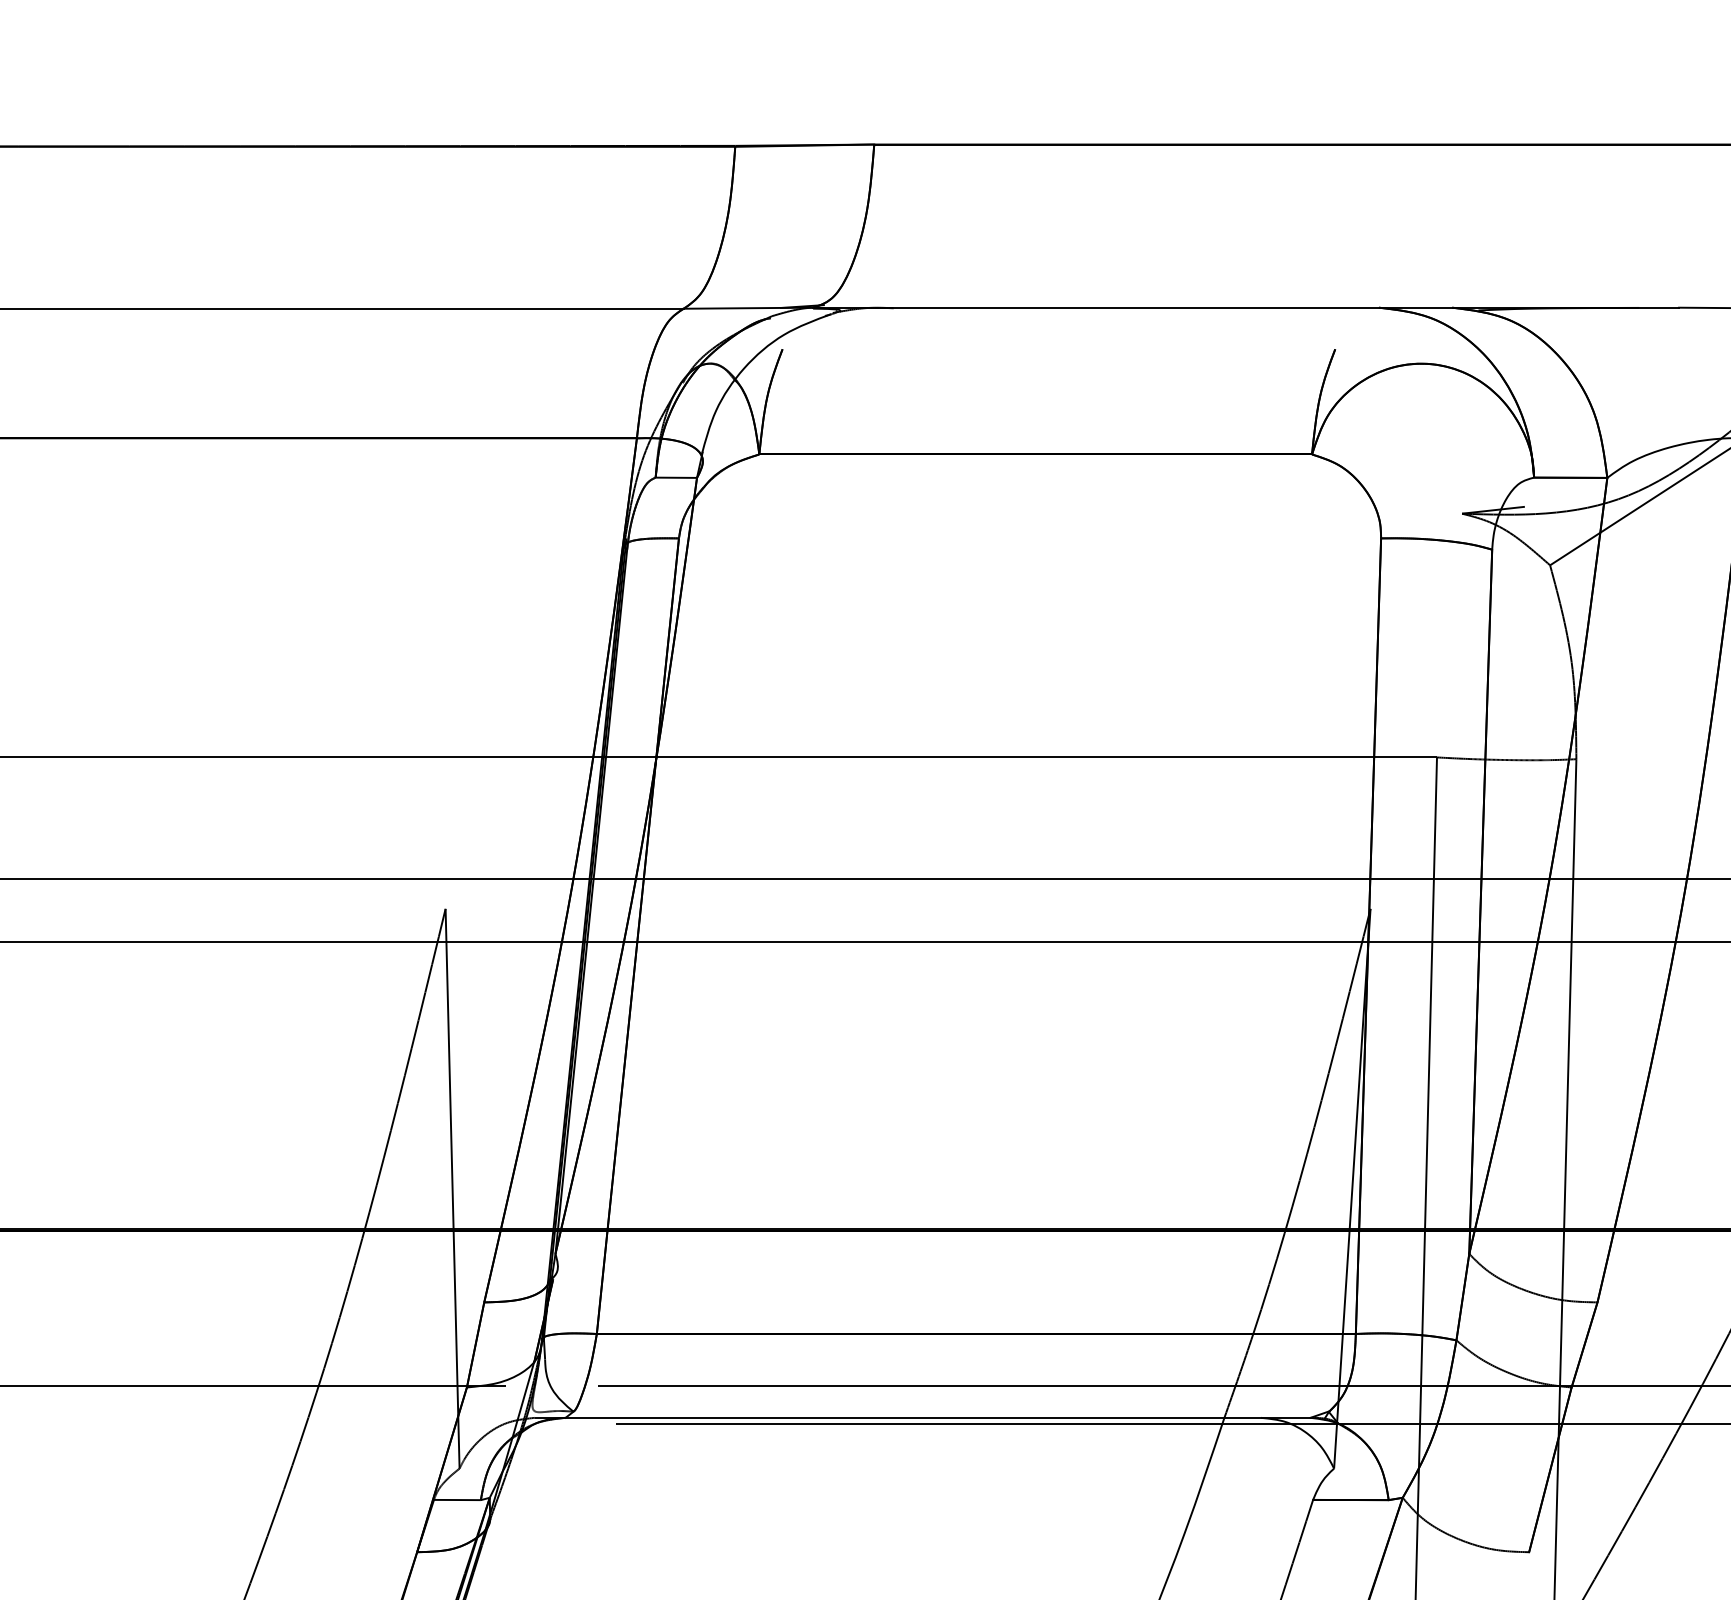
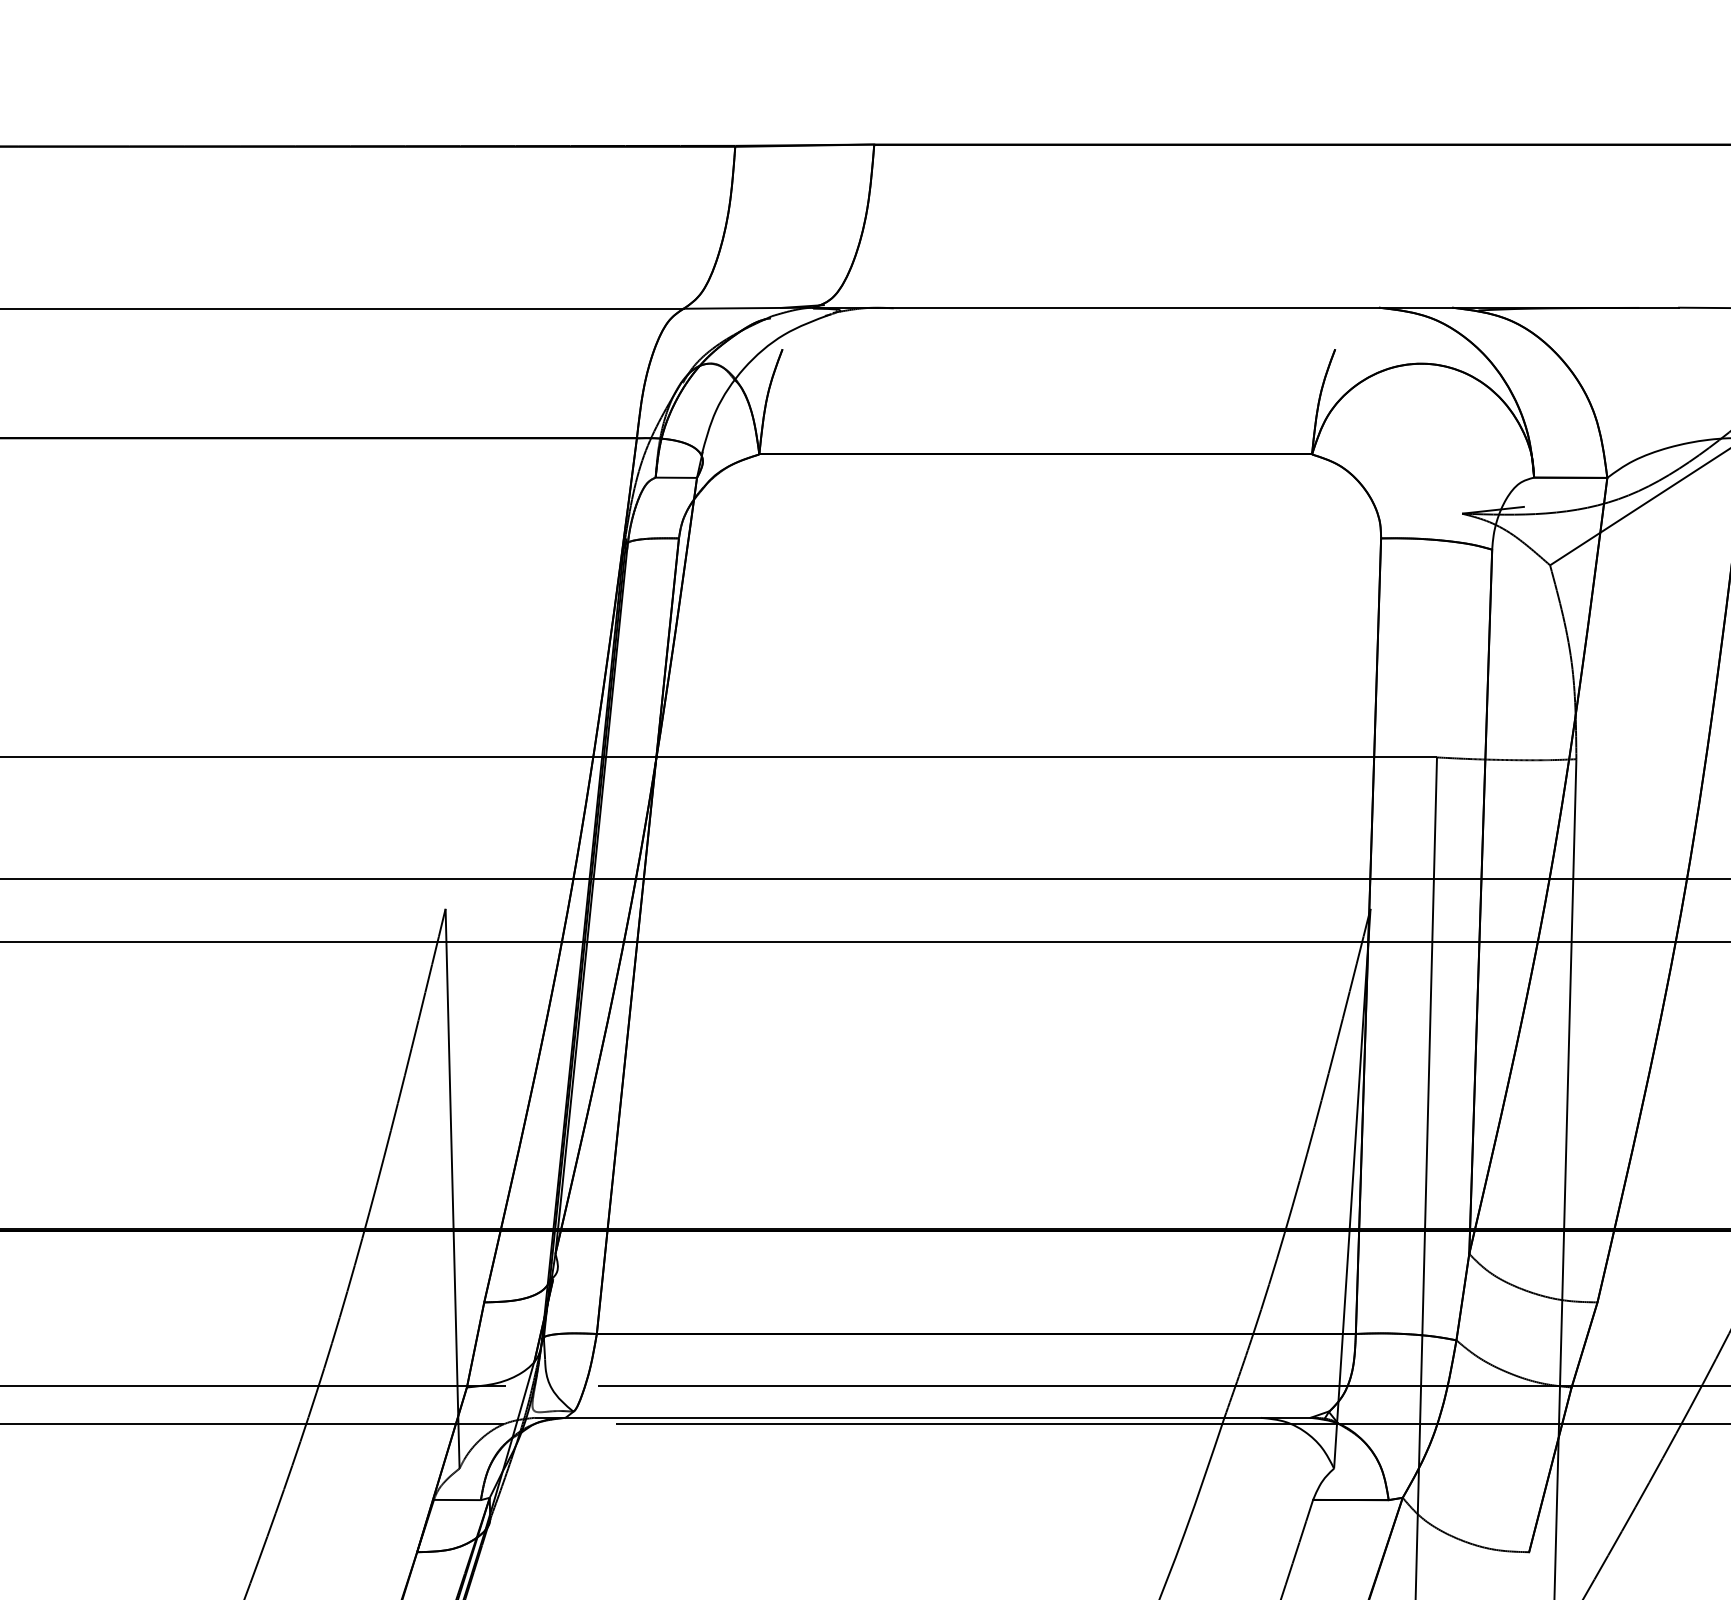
line at (252, 1424): none -> present
